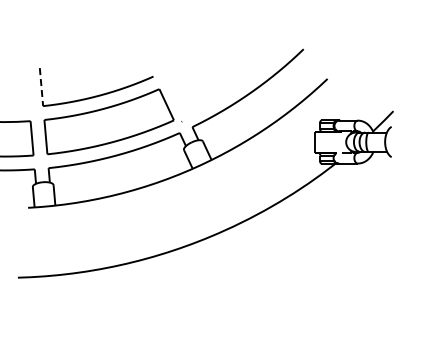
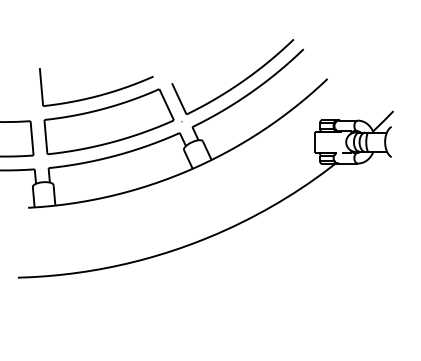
part at (236, 84): none -> present
line at (41, 87): dashed -> solid
